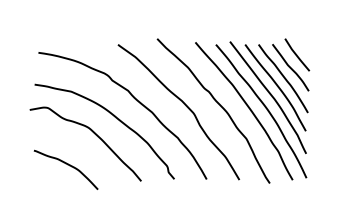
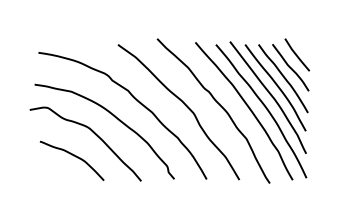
curve at (67, 165) position: (67, 165) -> (73, 156)
